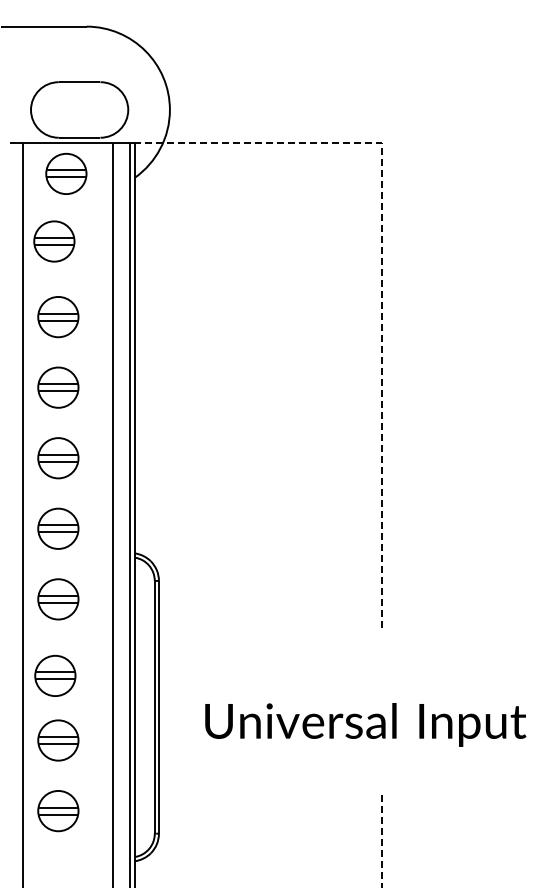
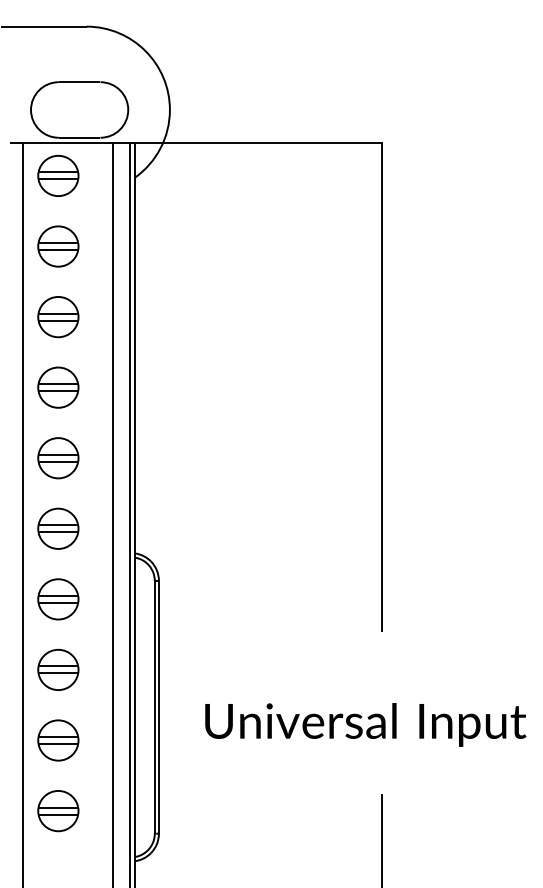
part at (66, 173) position: (66, 173) -> (58, 175)
part at (54, 241) position: (54, 241) -> (58, 246)
line at (381, 263): dashed -> solid
part at (55, 675) position: (55, 675) -> (58, 669)
line at (381, 840): dashed -> solid
